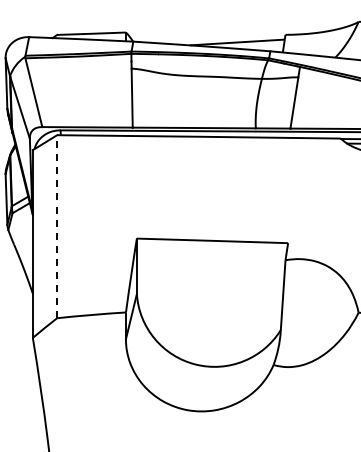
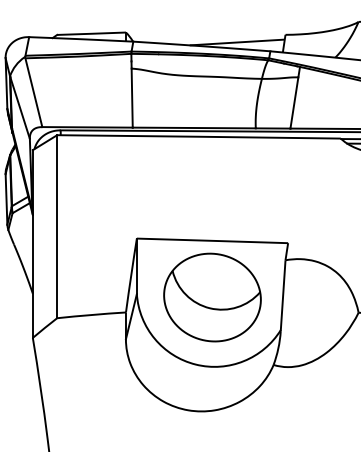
line at (57, 226): dashed -> solid
part at (212, 297): none -> present
